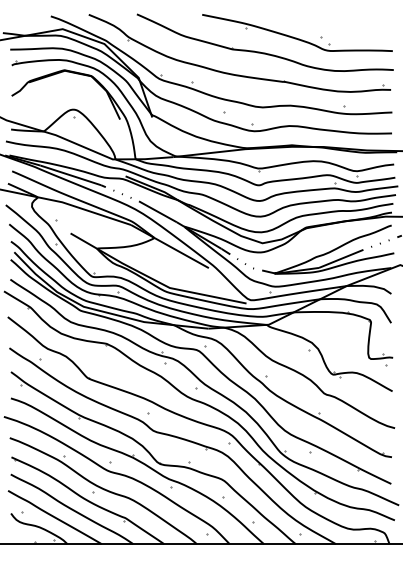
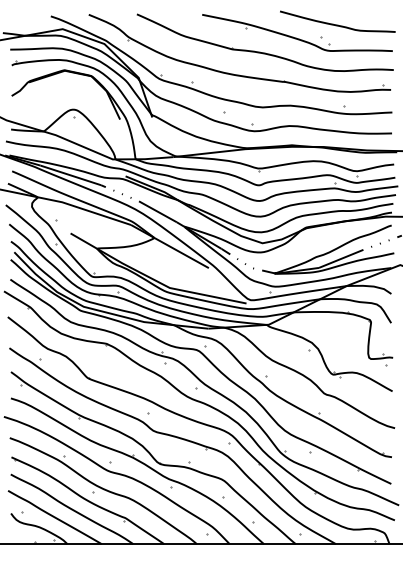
curve at (337, 24): none -> present
